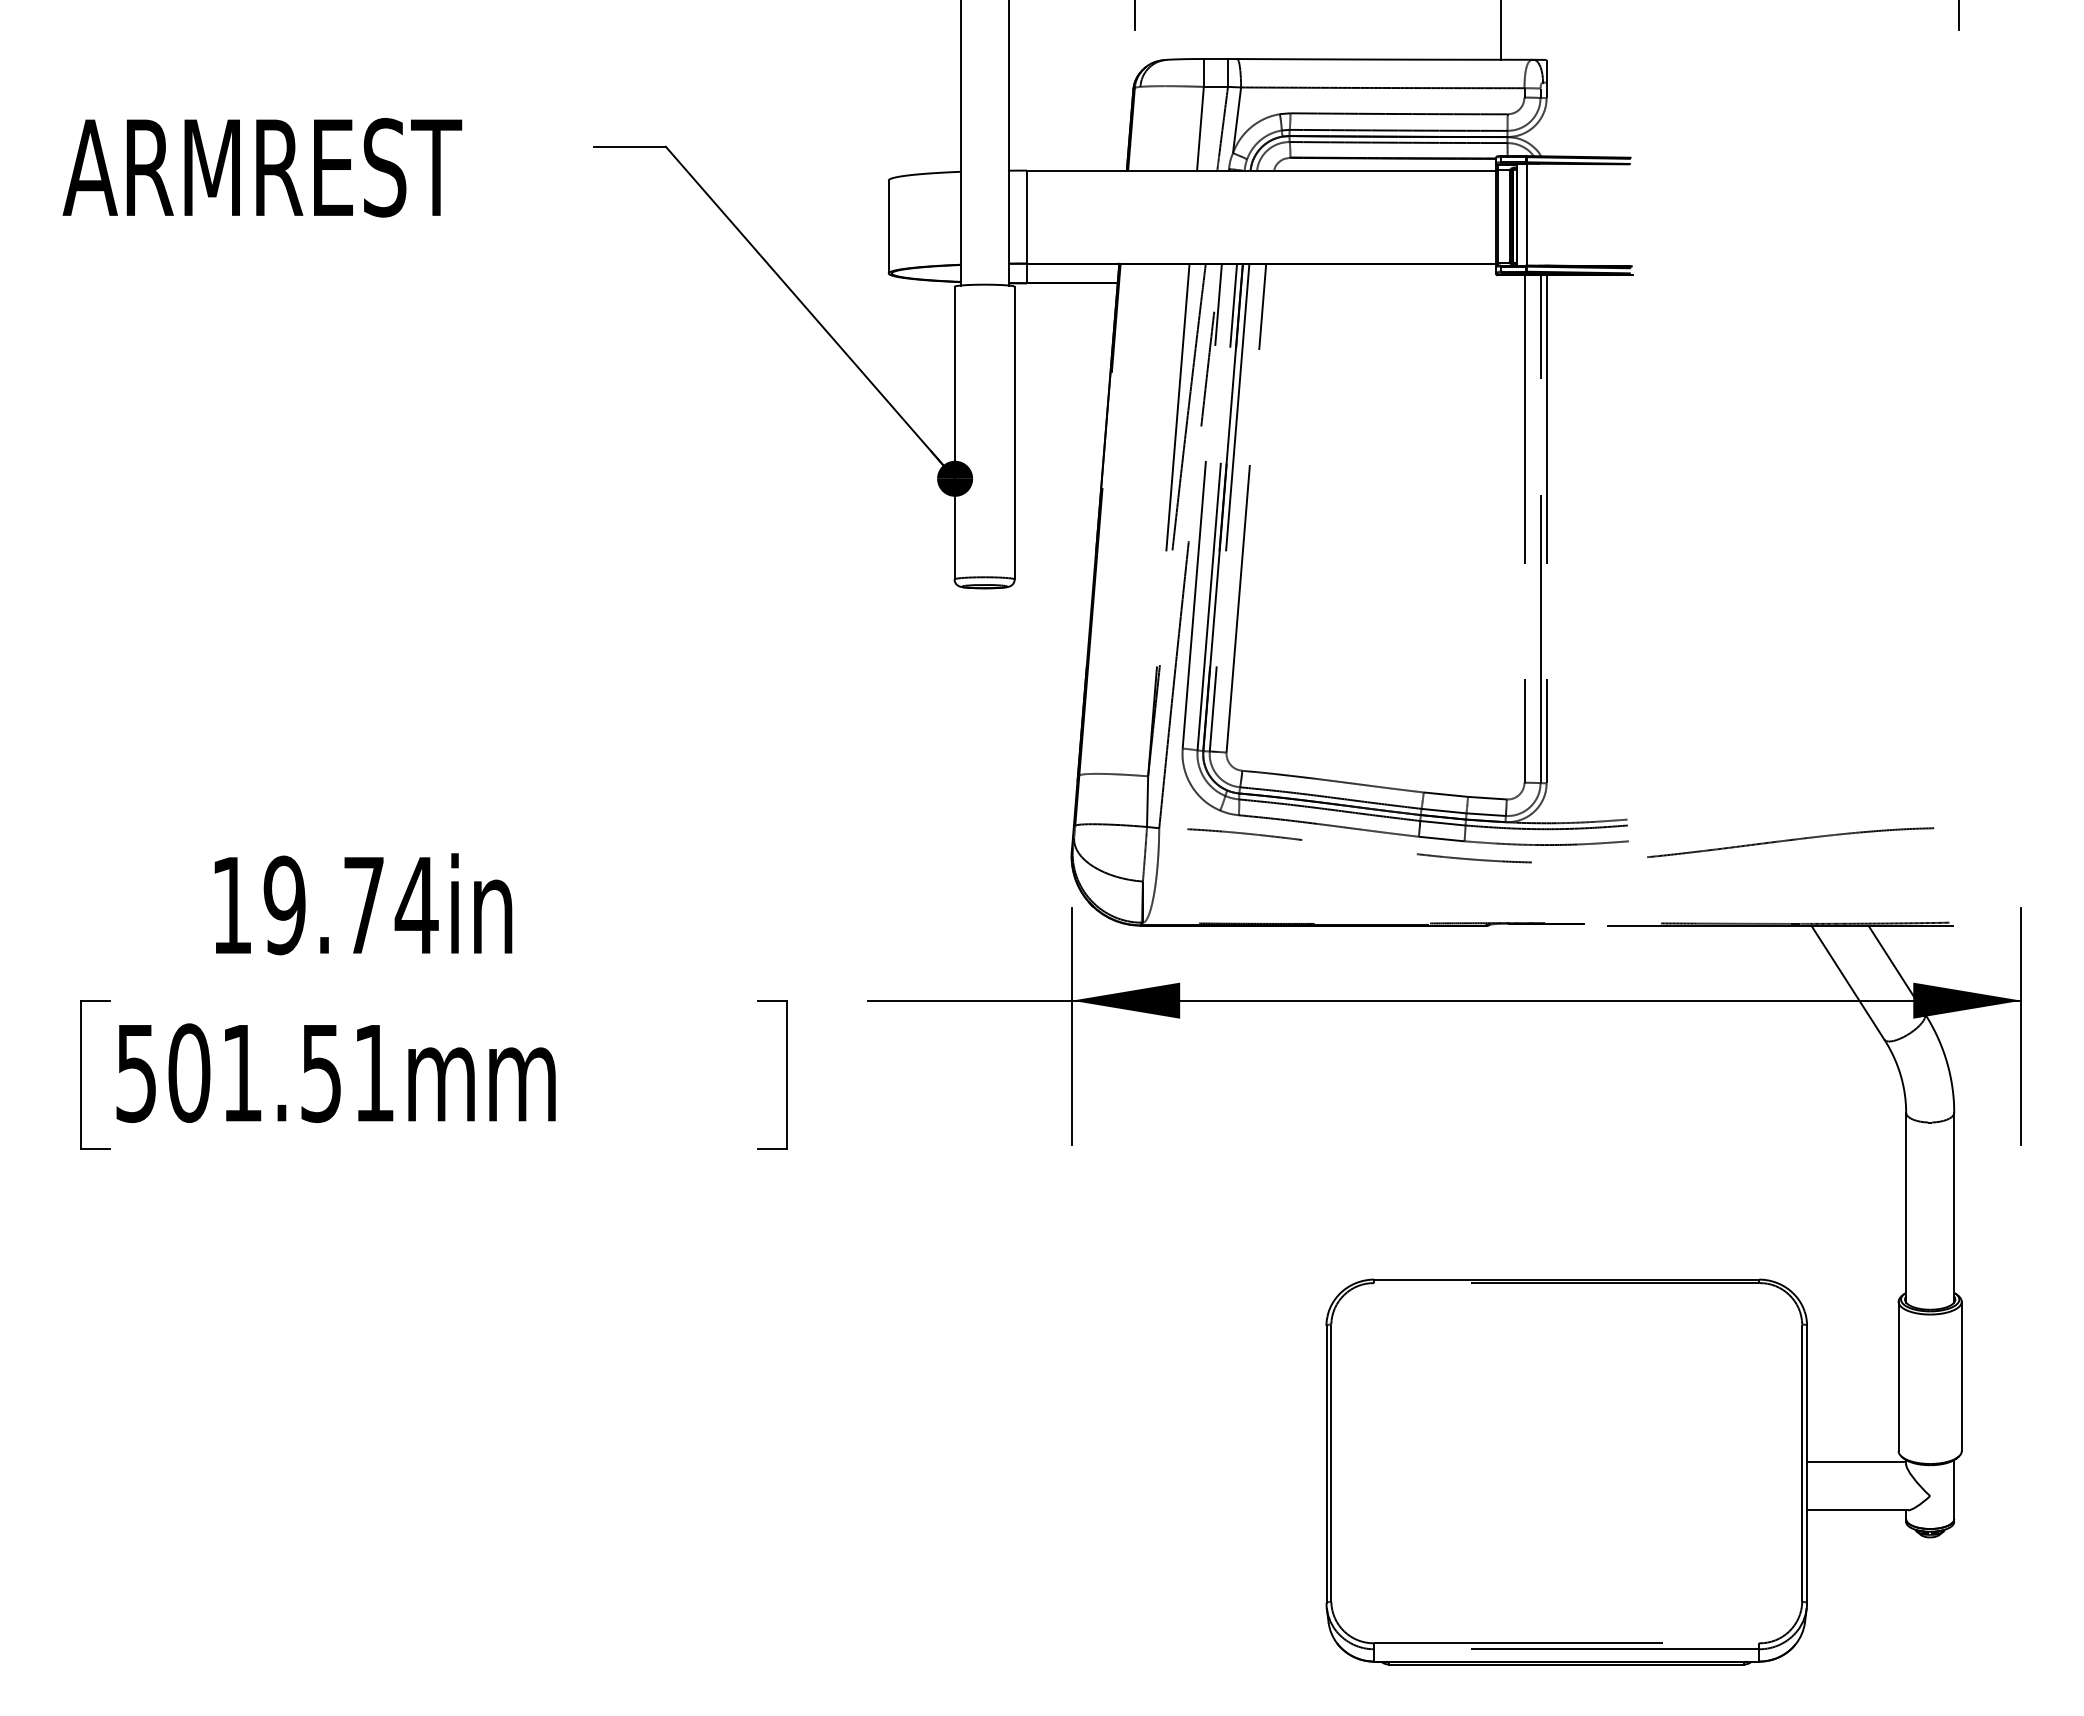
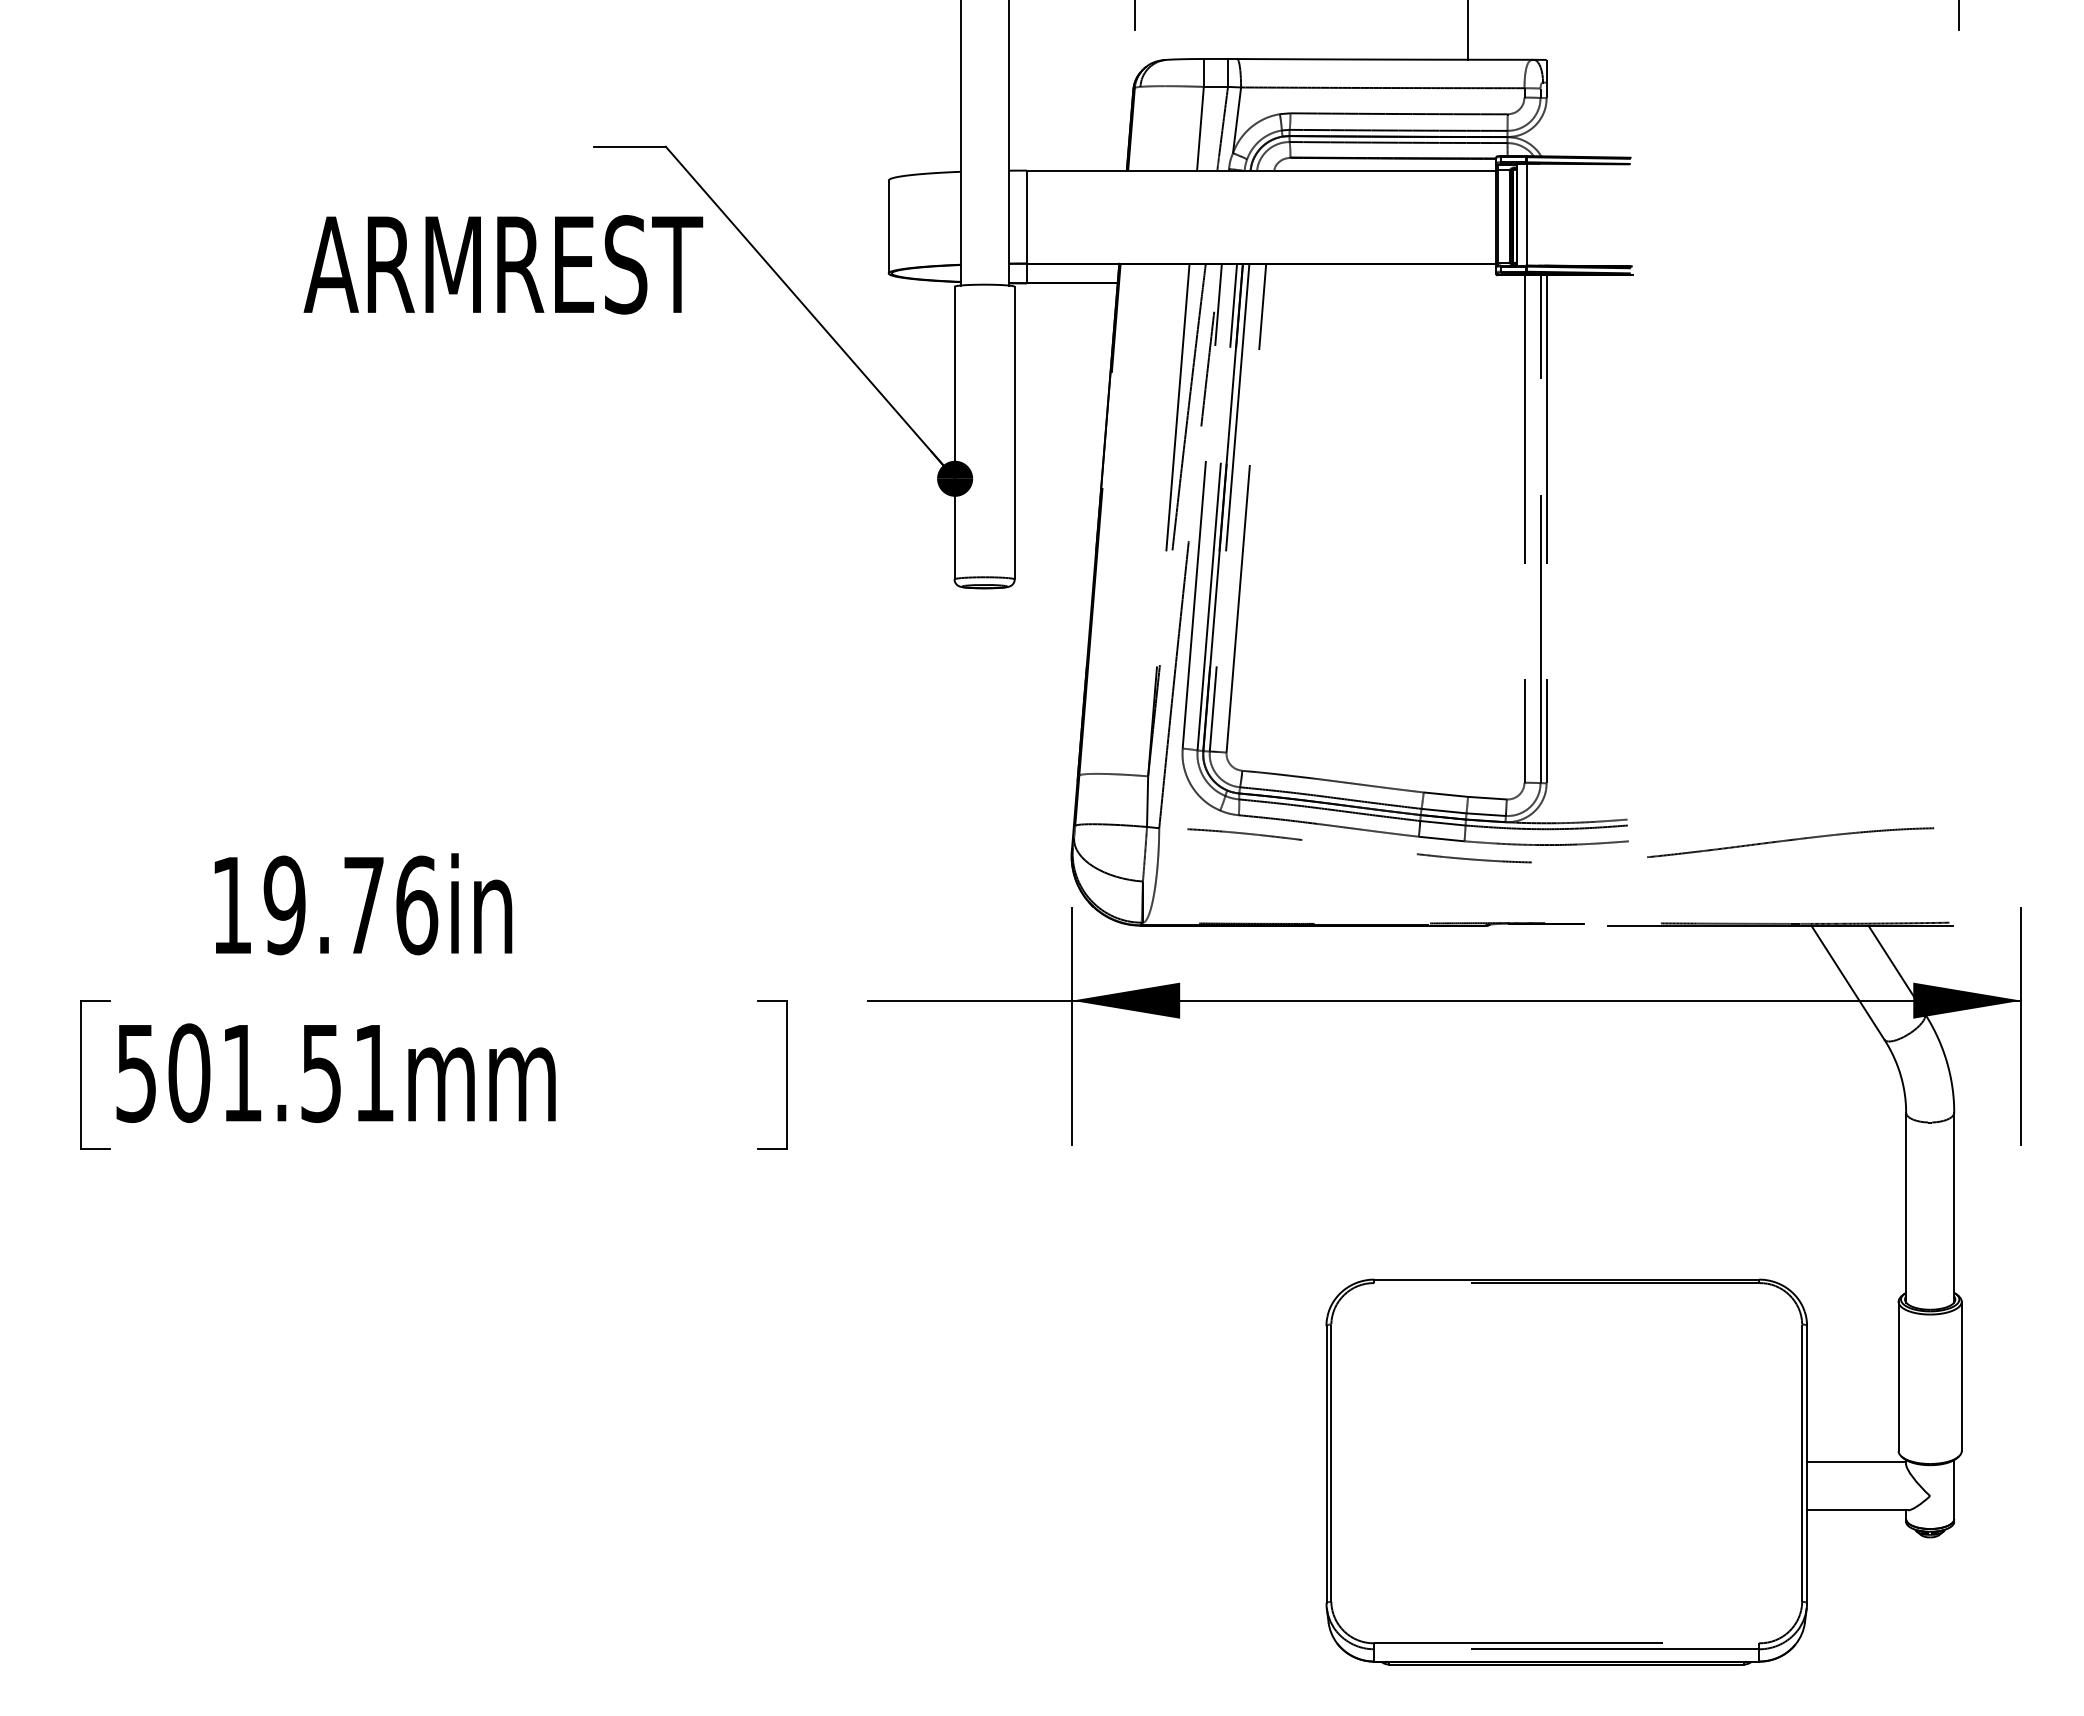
line at (1501, 30) position: (1501, 30) -> (1468, 30)
text at (262, 167) position: (262, 167) -> (503, 264)
text at (416, 905): 19.74in -> 19.76in
